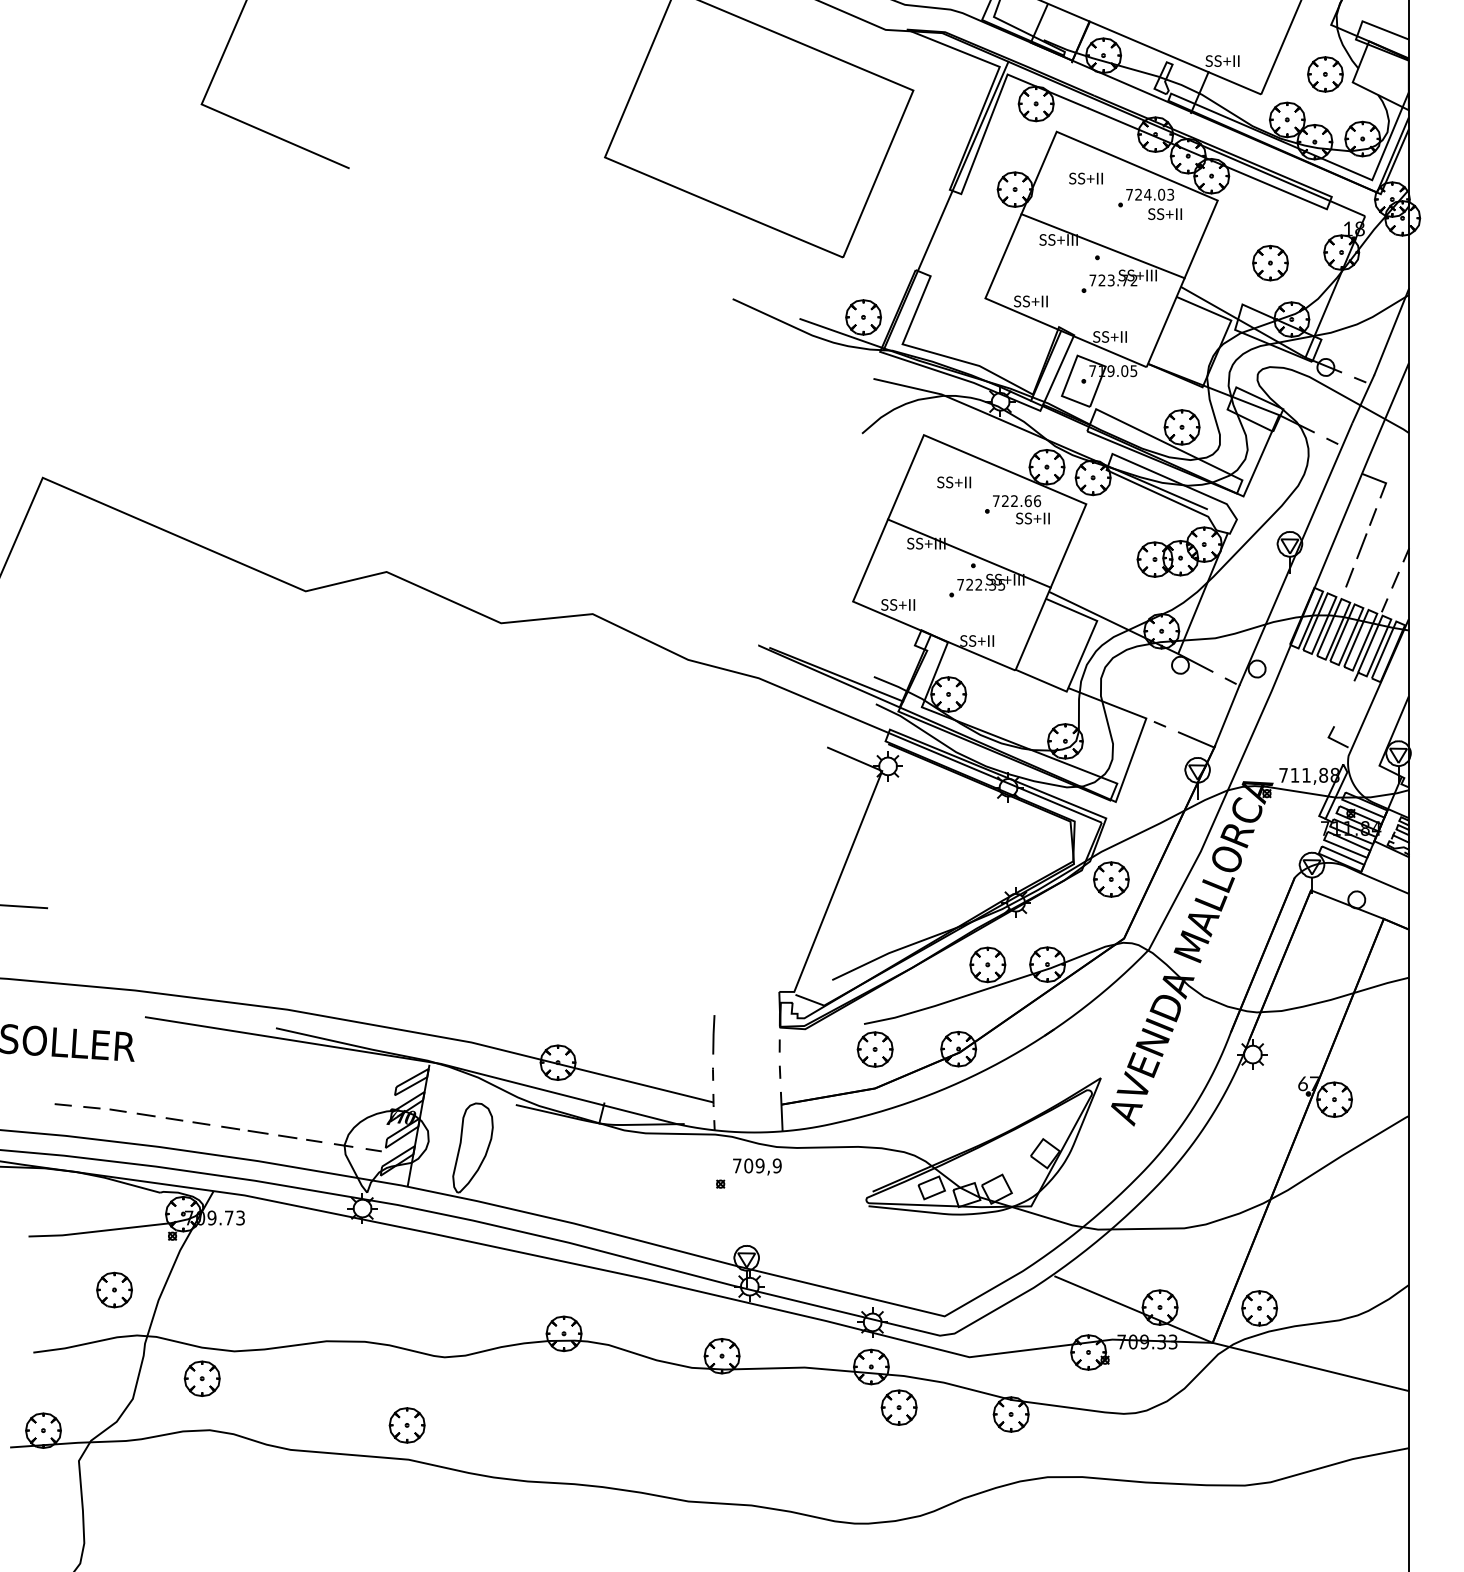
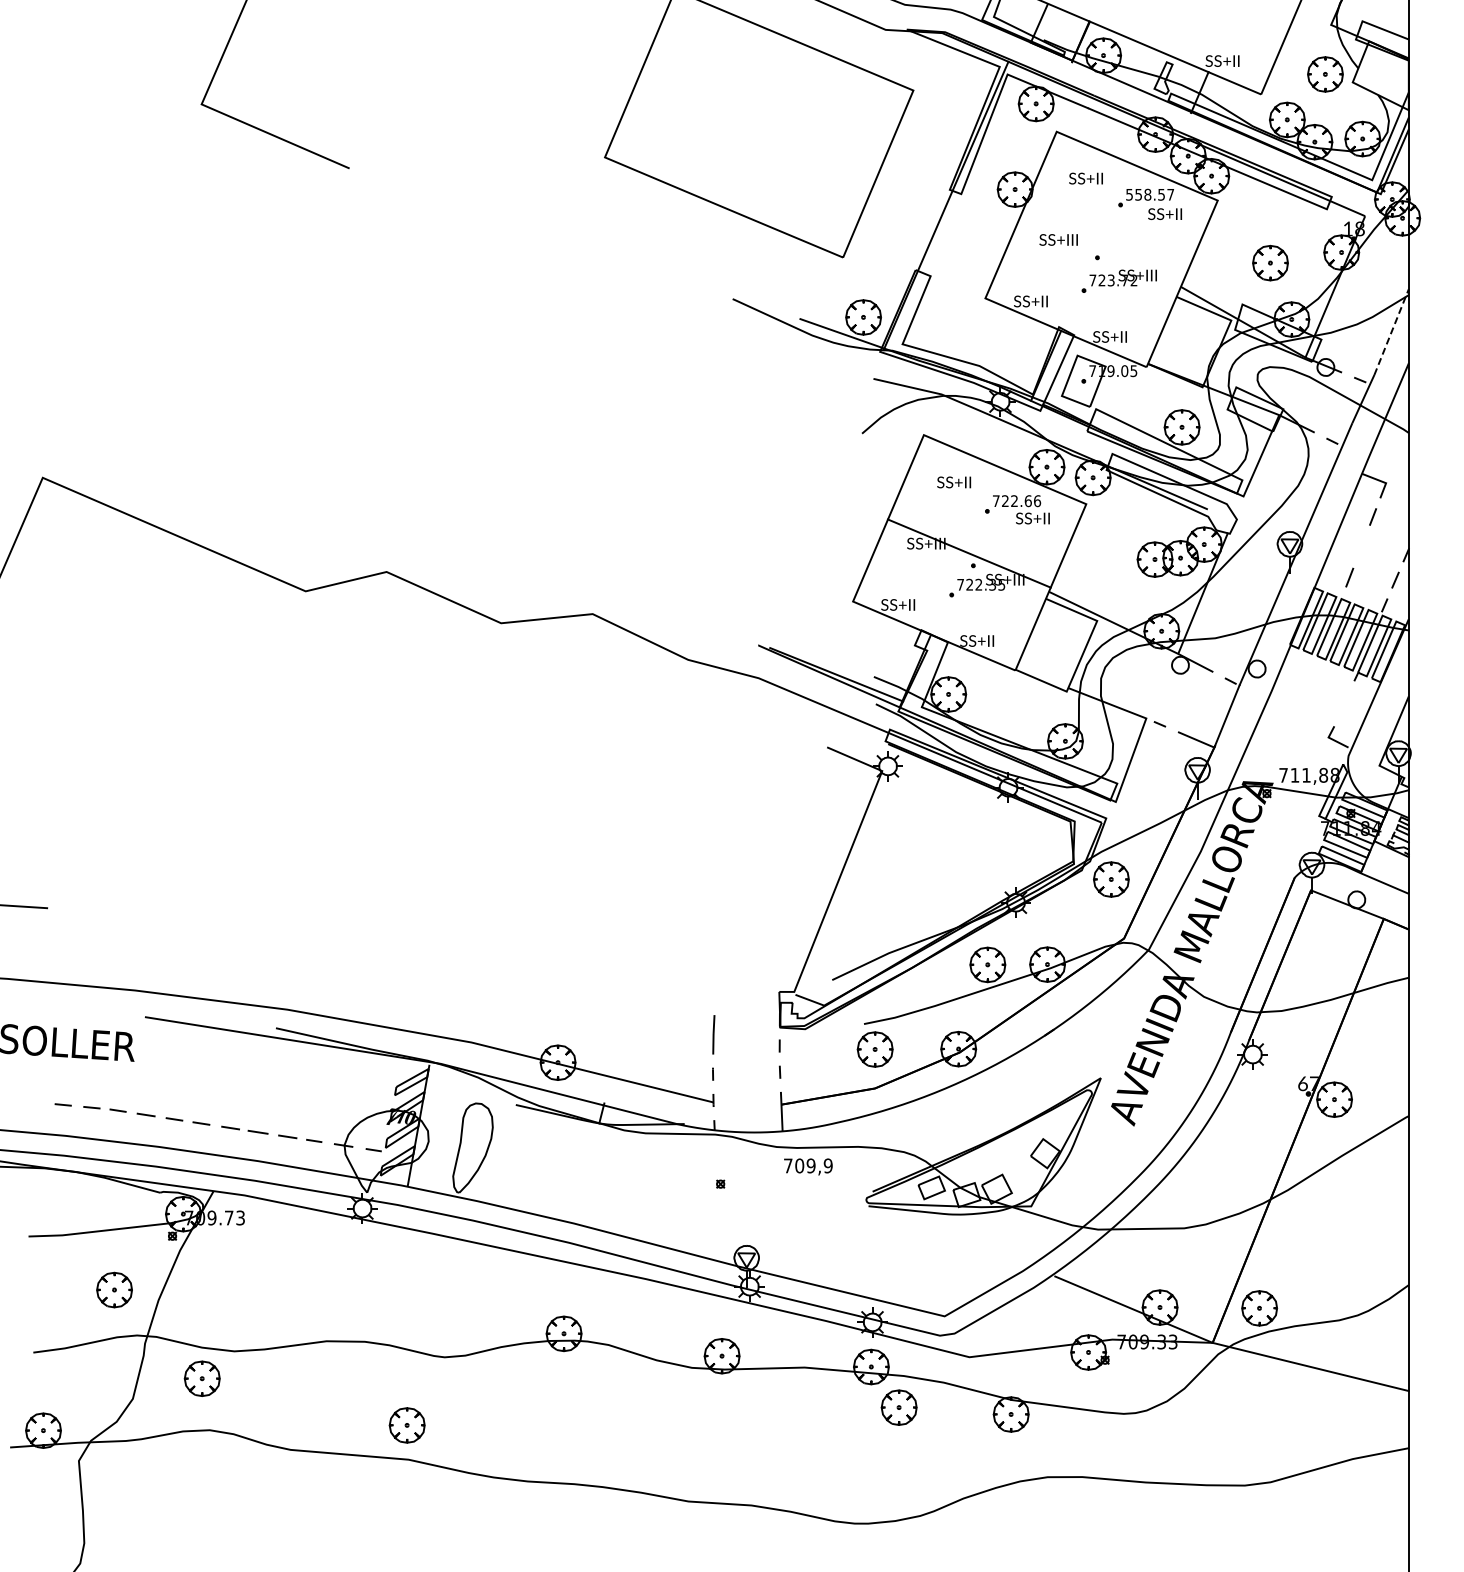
text at (1150, 194): 724.03 -> 558.57
line at (1102, 246): present -> none
line at (1391, 331): solid -> dashed
line at (1361, 546): present -> none
text at (757, 1166) position: (757, 1166) -> (808, 1166)
